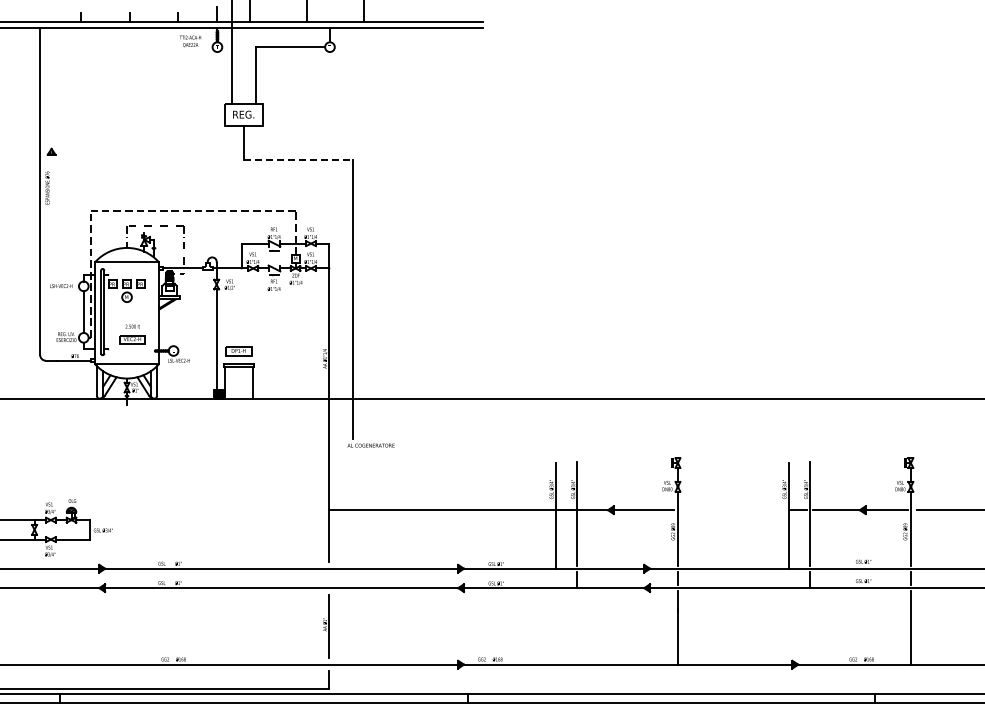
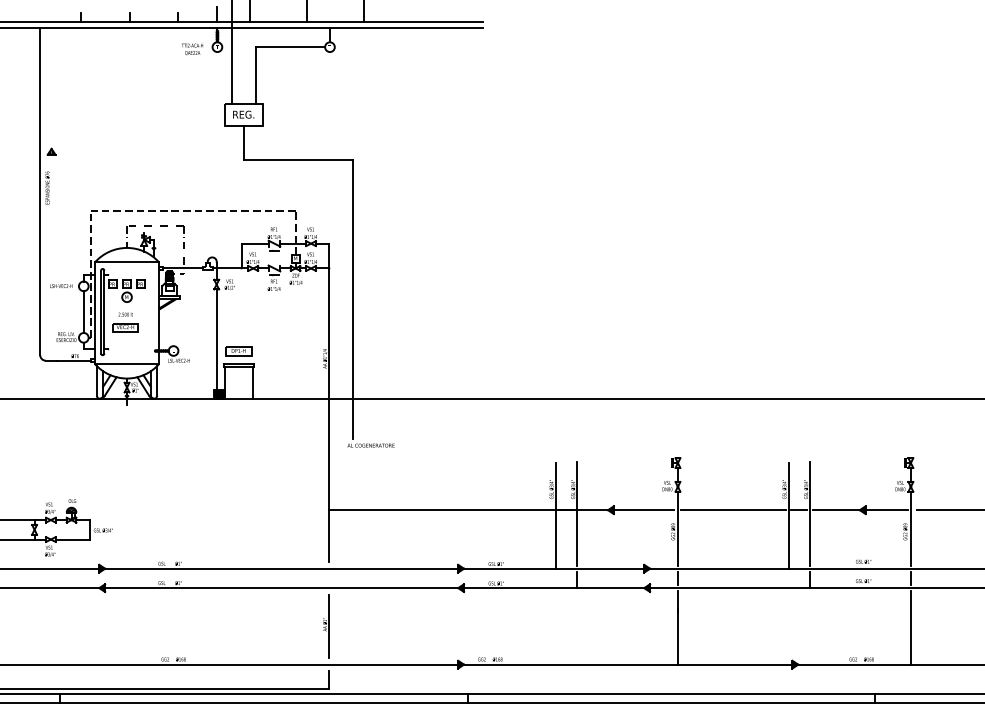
text at (190, 41) position: (190, 41) -> (192, 49)
line at (298, 159): dashed -> solid
part at (132, 334) position: (132, 334) -> (125, 322)
line at (733, 510): none -> present
